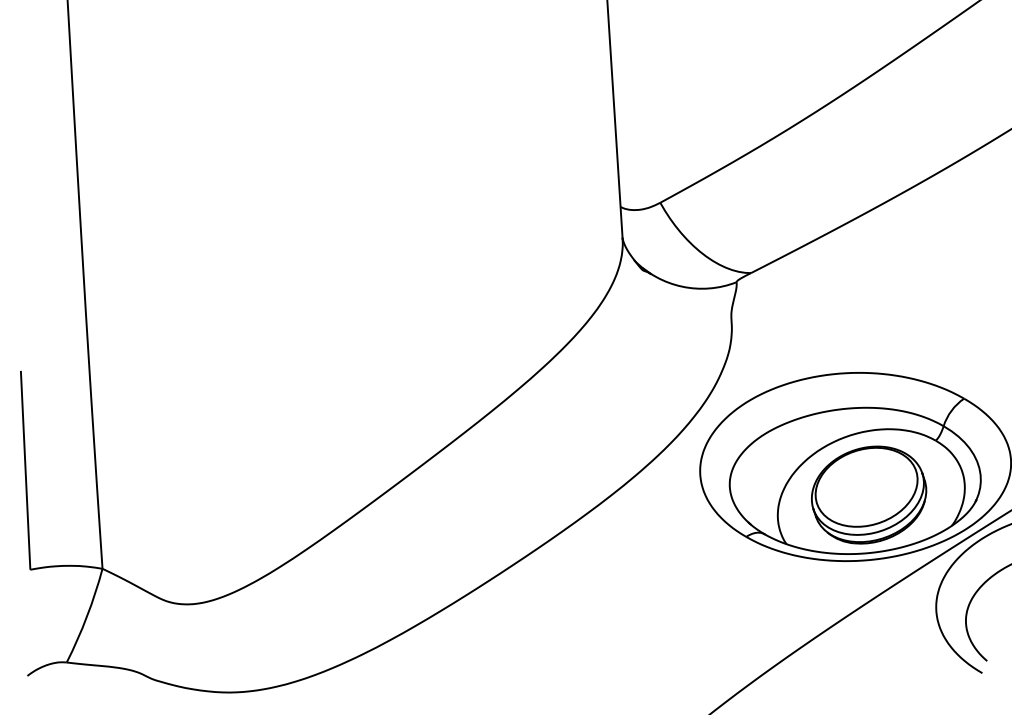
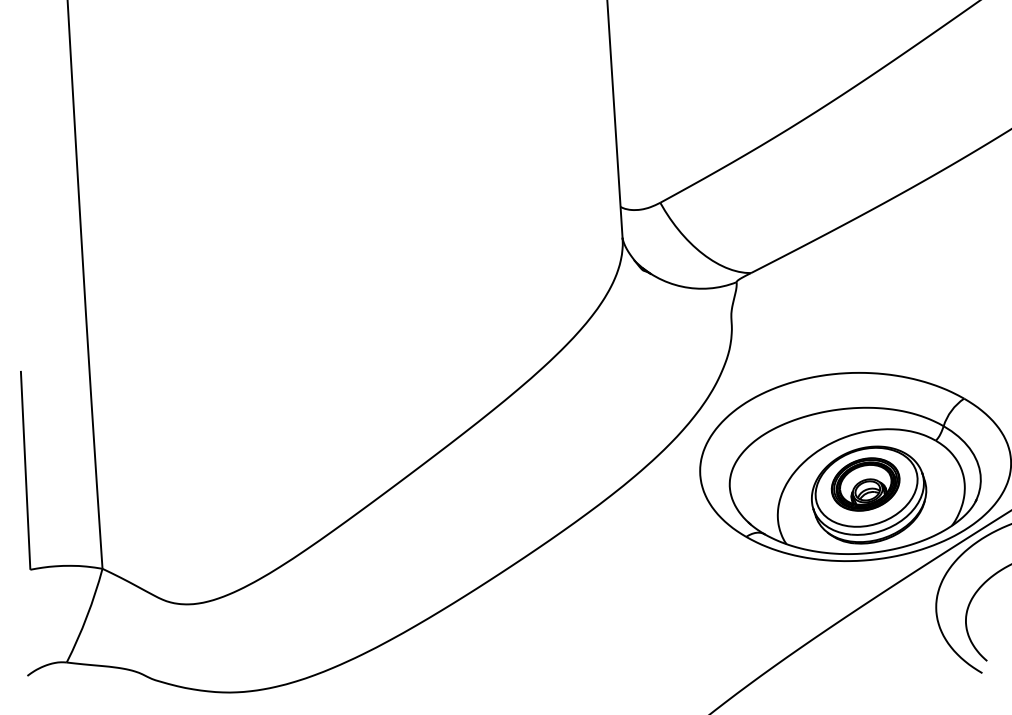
part at (865, 484): none -> present
